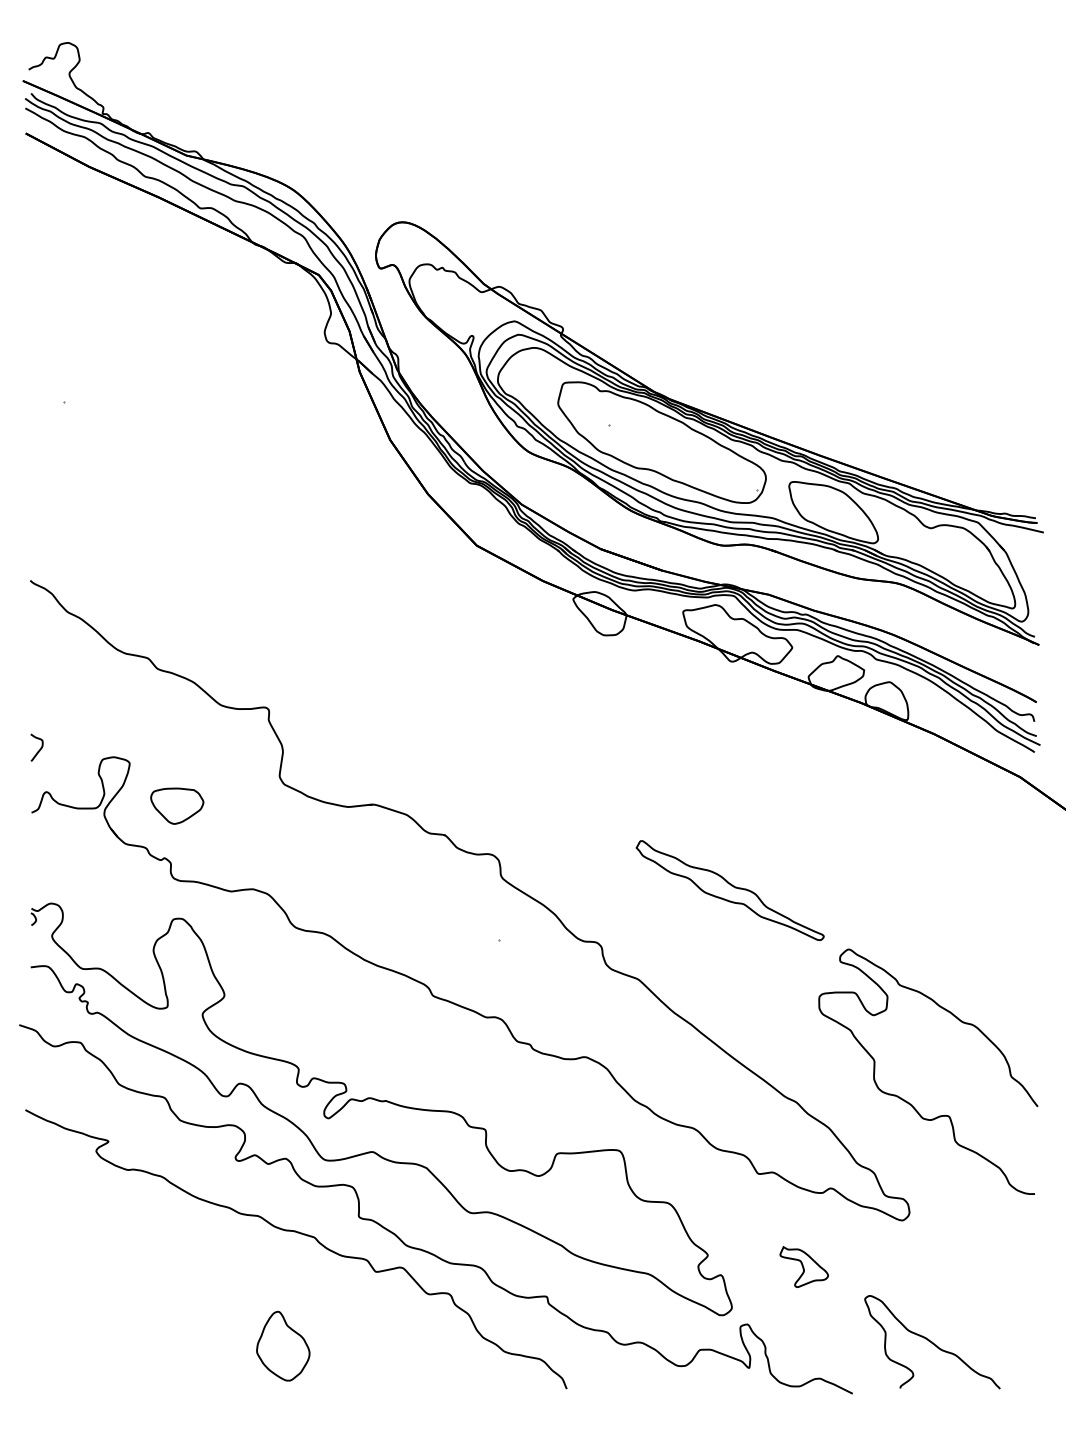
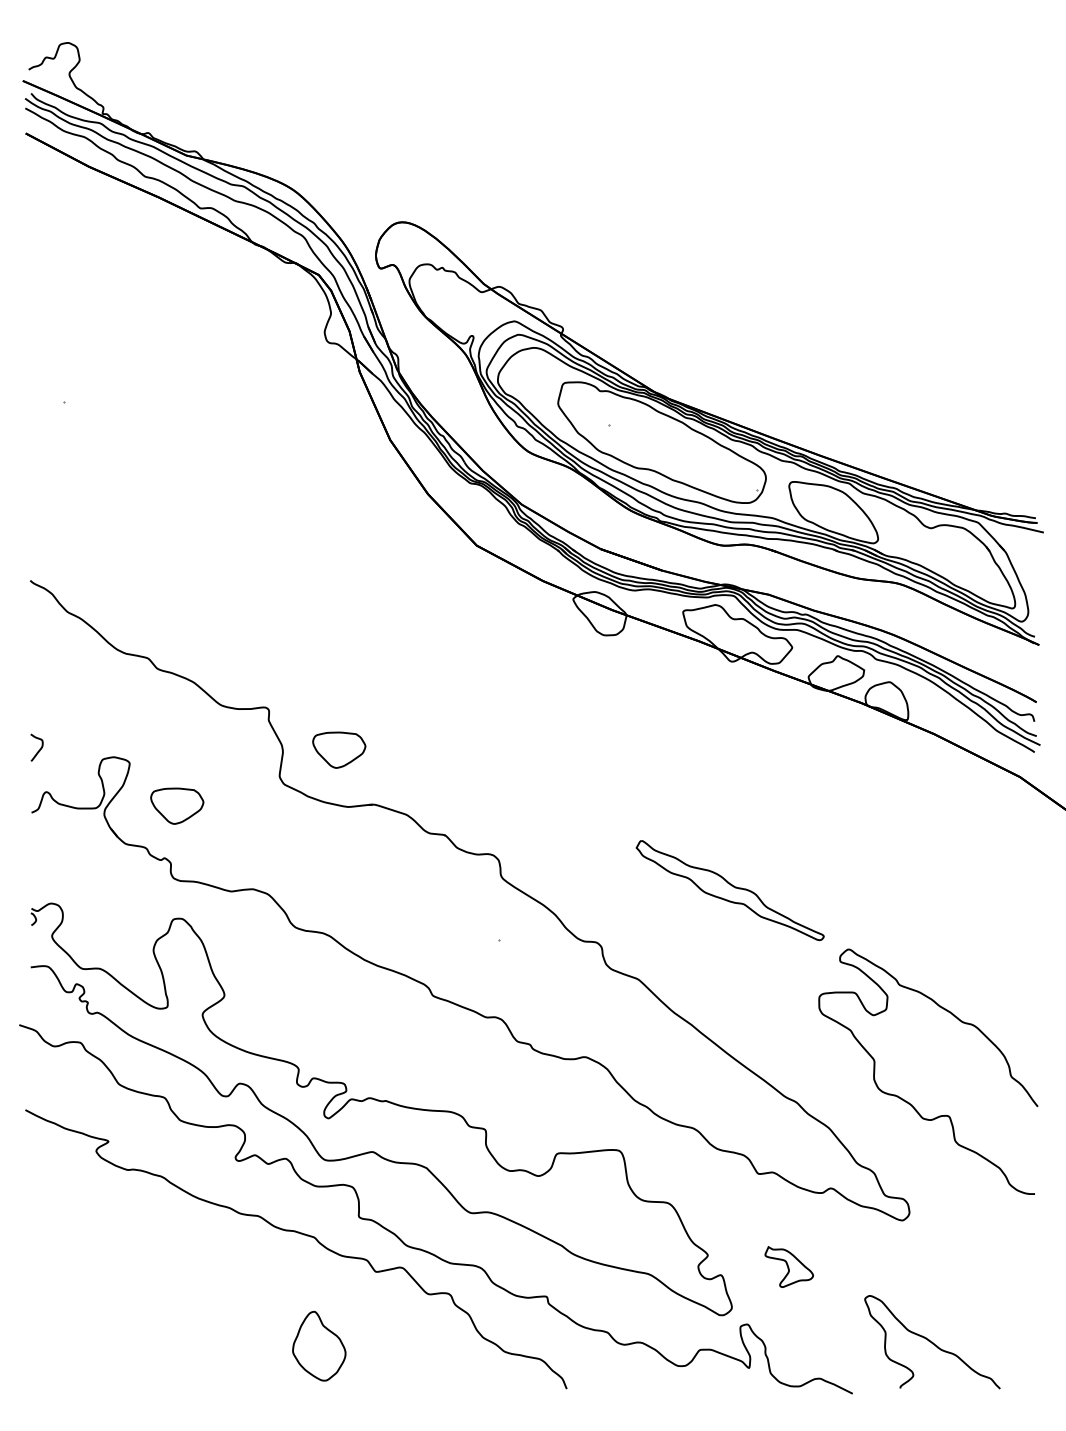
part at (339, 749): none -> present
part at (803, 1266) position: (803, 1266) -> (788, 1266)
part at (283, 1345) position: (283, 1345) -> (319, 1345)
